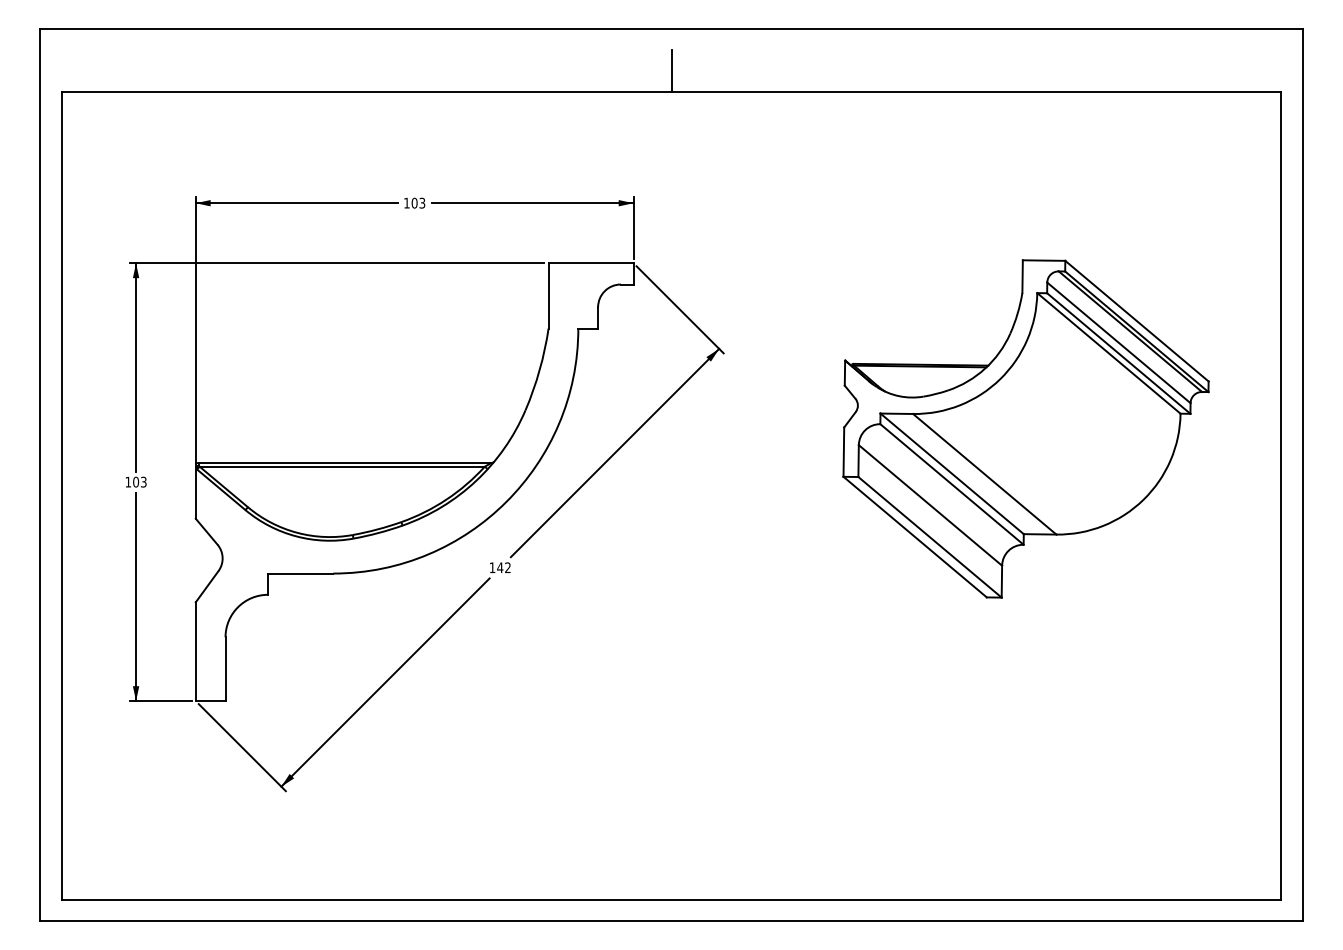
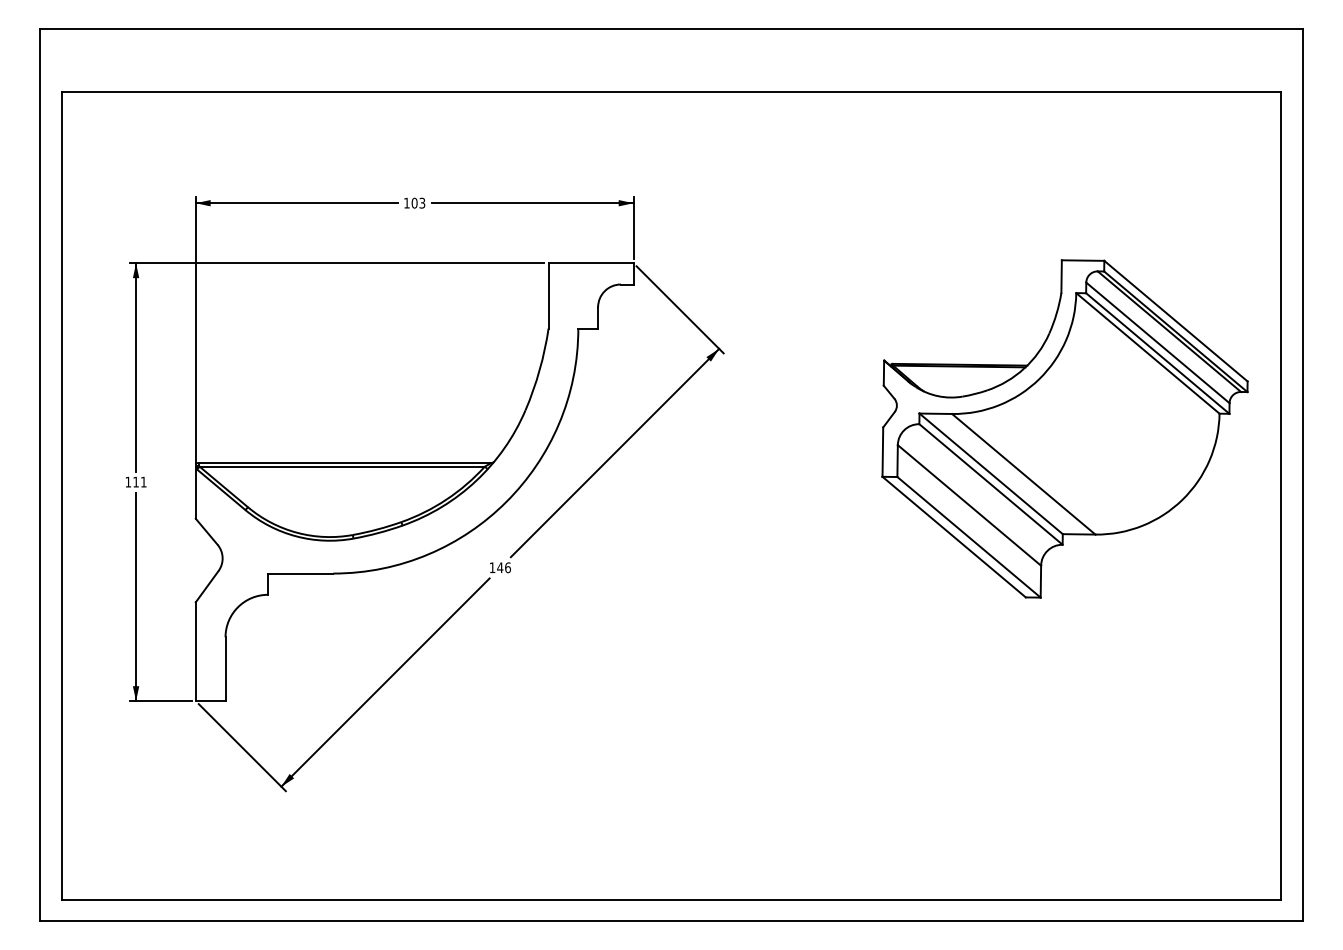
line at (671, 70): present -> none
part at (1025, 428) position: (1025, 428) -> (1064, 428)
text at (139, 481): 103 -> 111
text at (508, 567): 142 -> 146
